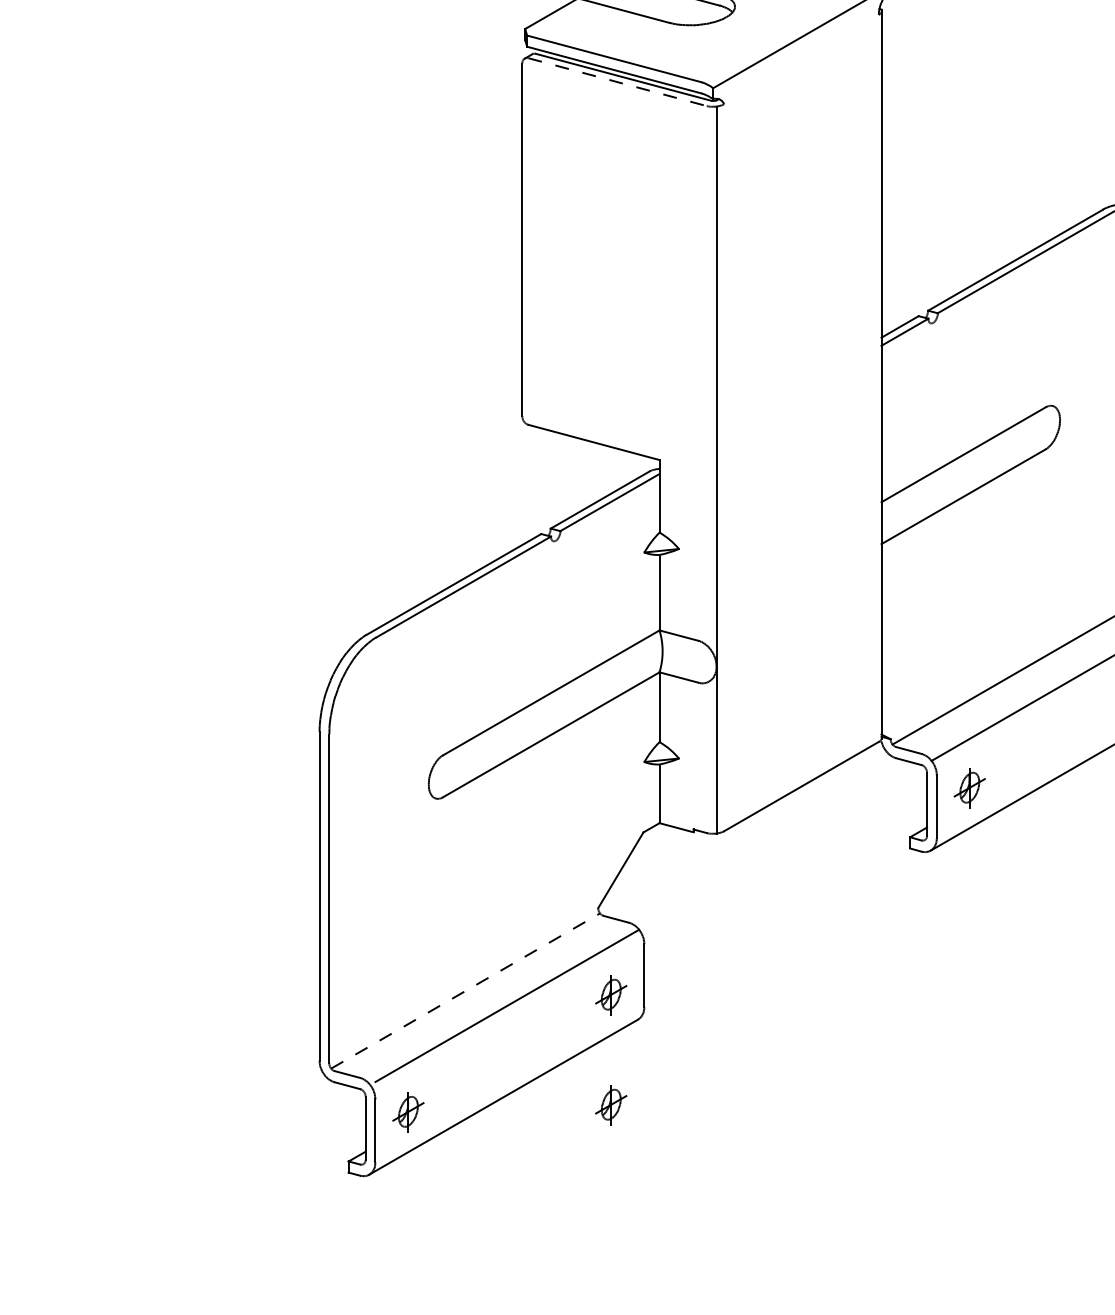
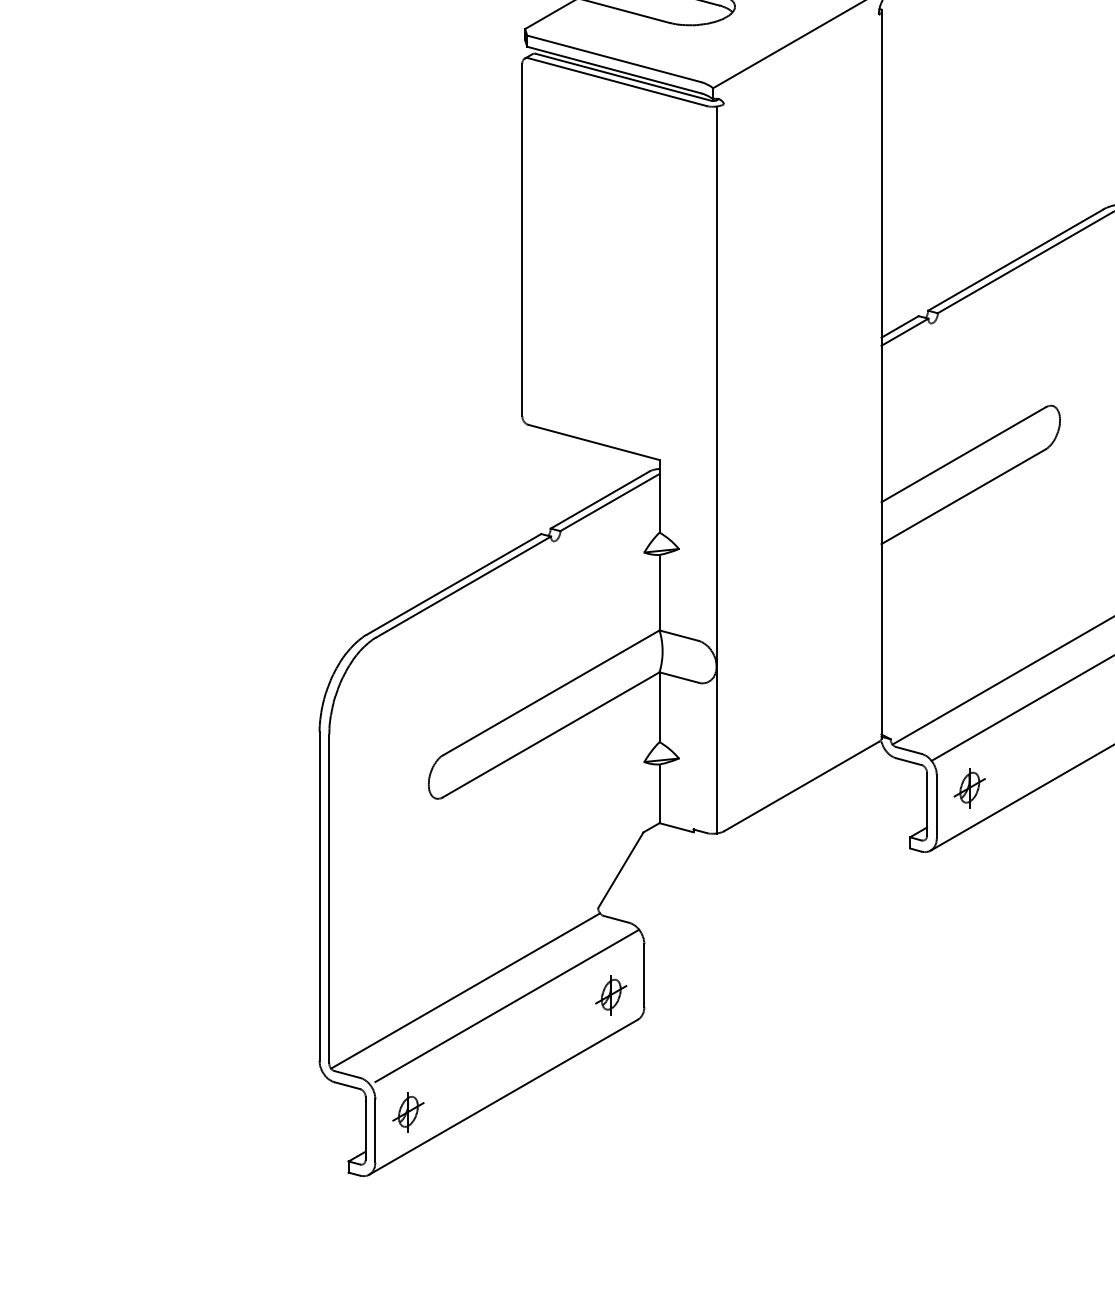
line at (618, 82): dashed -> solid
line at (466, 990): dashed -> solid
part at (611, 1105): present -> none
